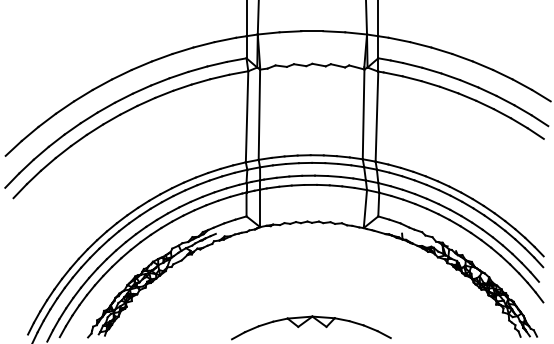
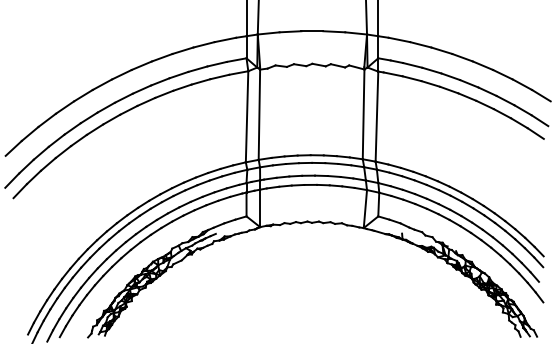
part at (306, 322): present -> none
